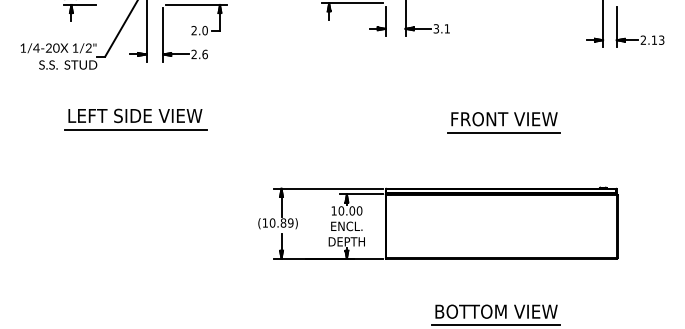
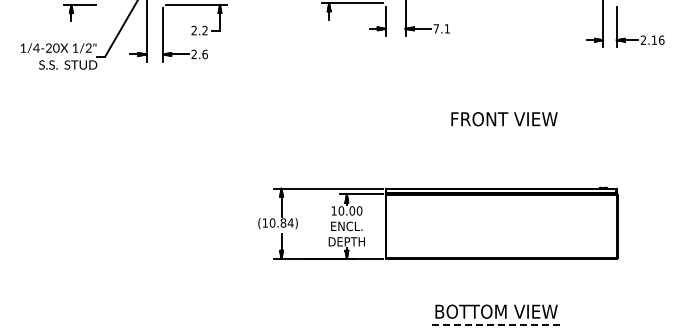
text at (435, 28): 3.1 -> 7.1
text at (204, 30): 2.0 -> 2.2
text at (661, 39): 2.13 -> 2.16
part at (135, 119): present -> none
line at (504, 132): present -> none
text at (290, 222): (10.89) -> (10.84)
line at (496, 325): solid -> dashed
